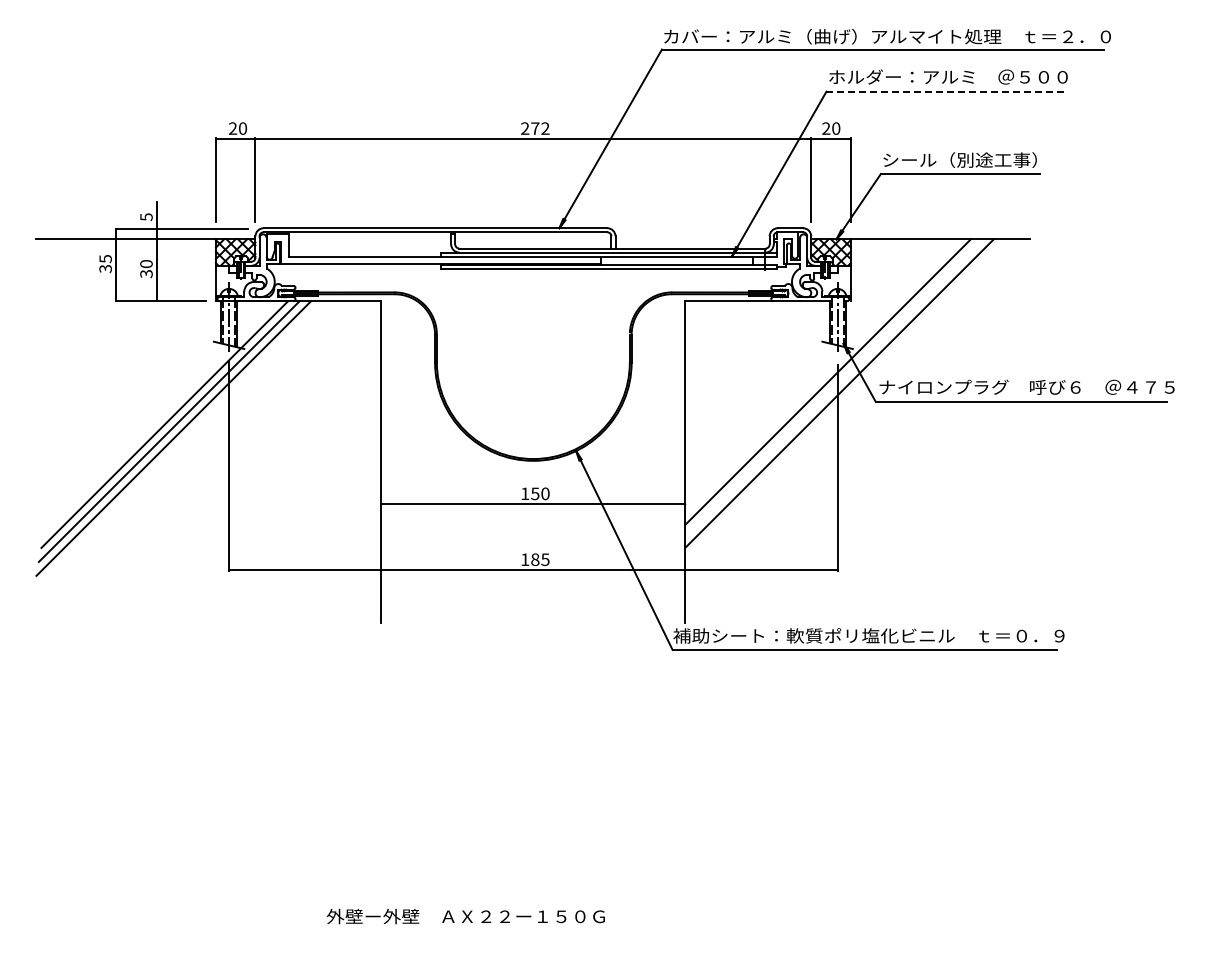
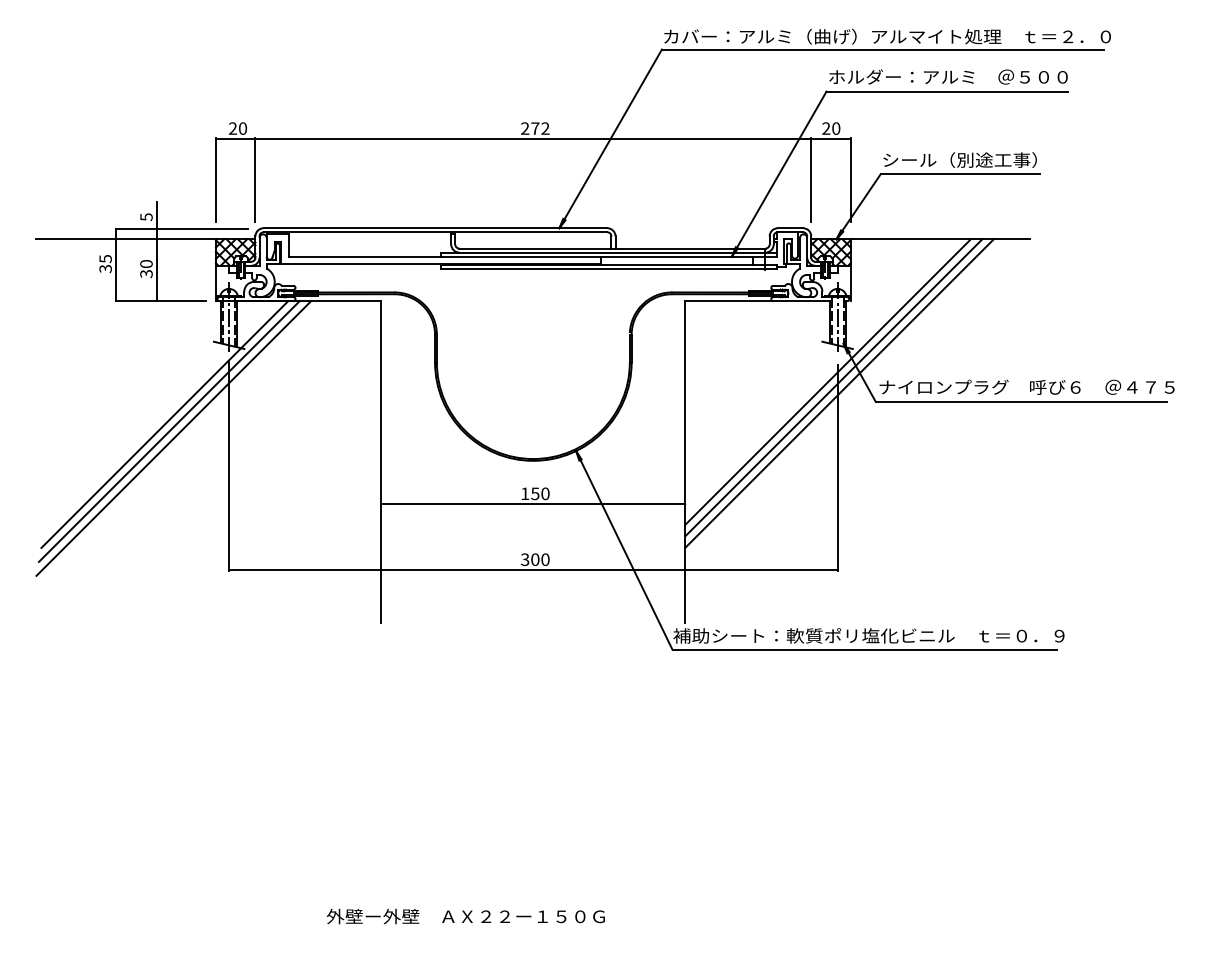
line at (947, 91): dashed -> solid
line at (833, 387): none -> present
text at (535, 559): 185 -> 300
